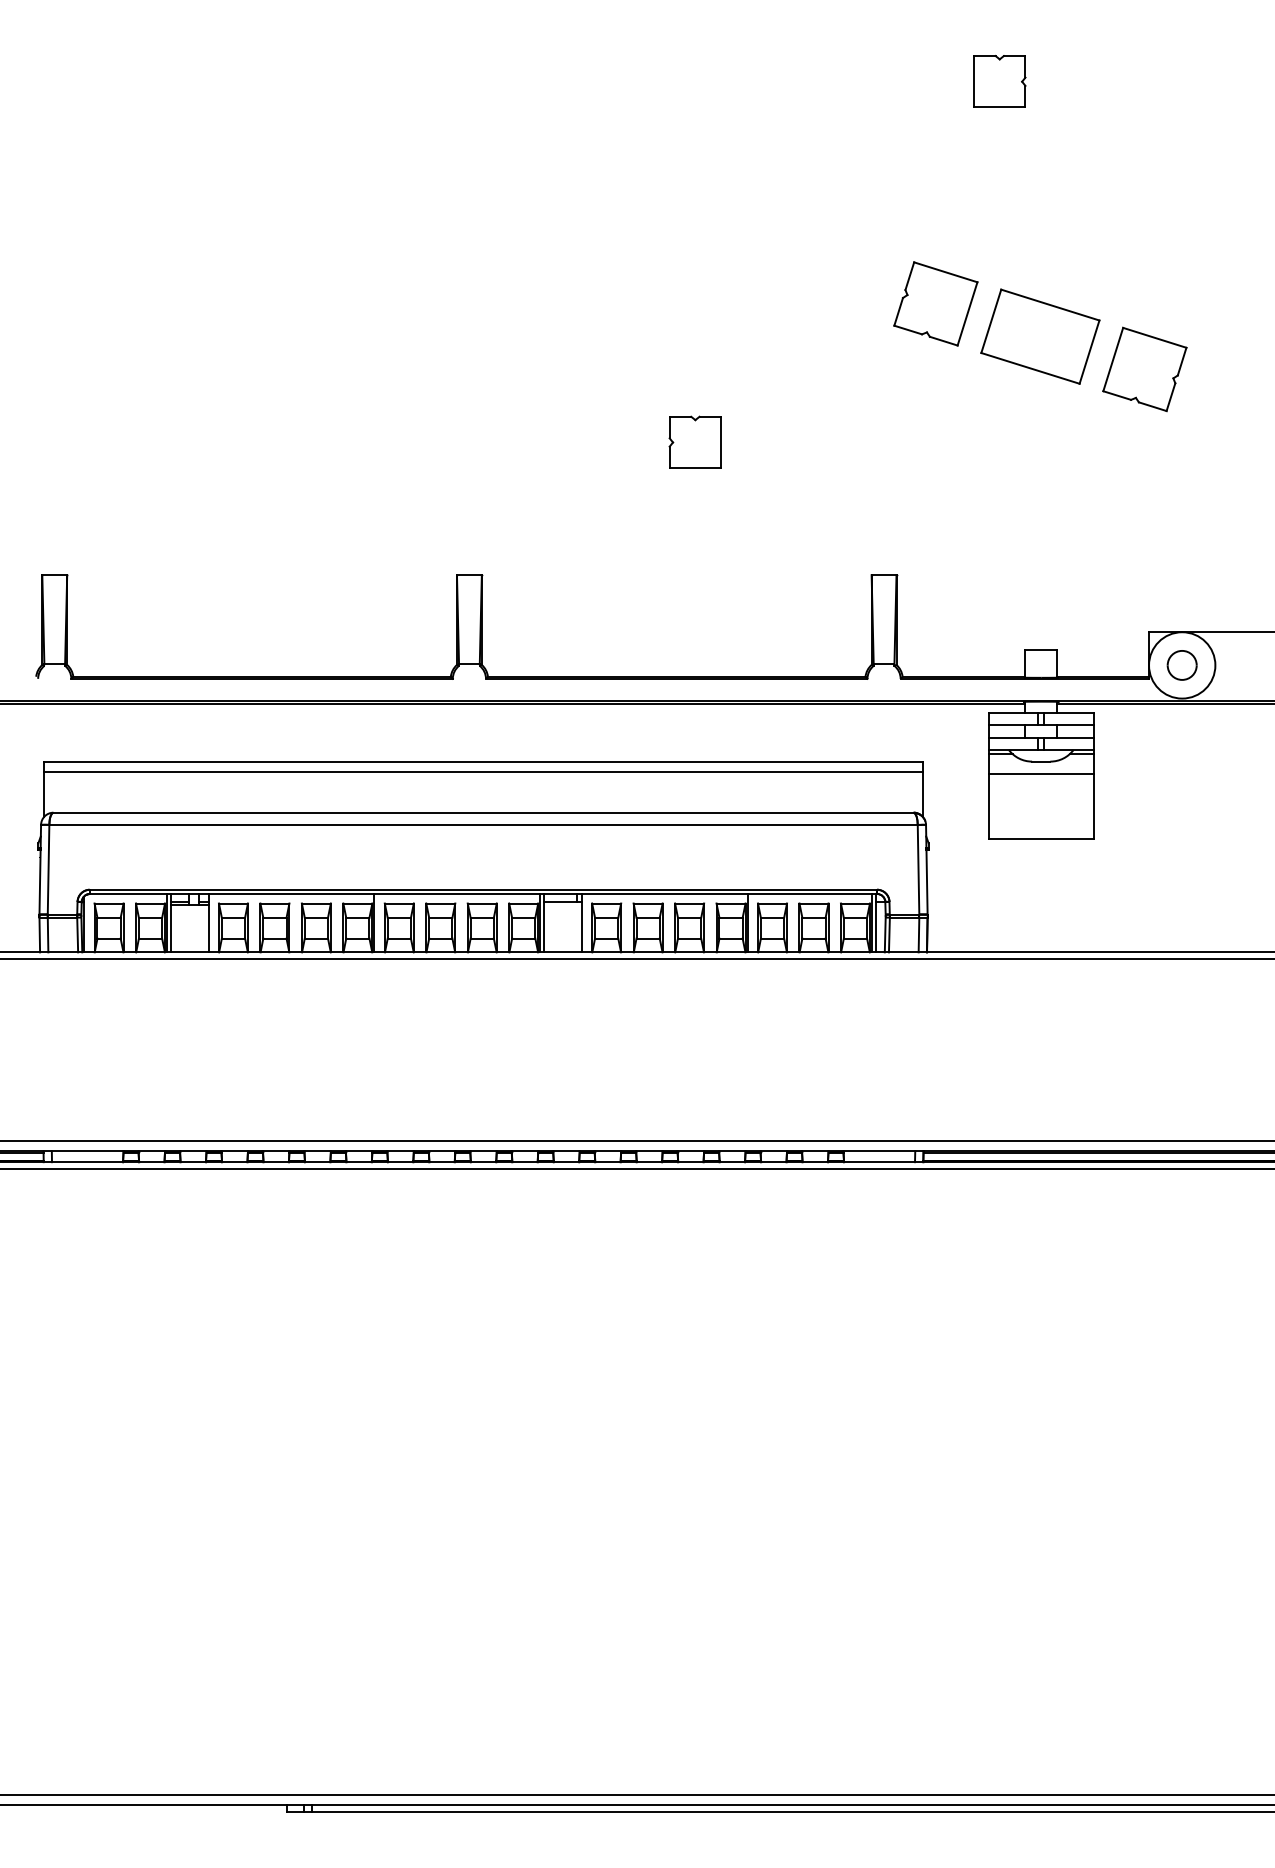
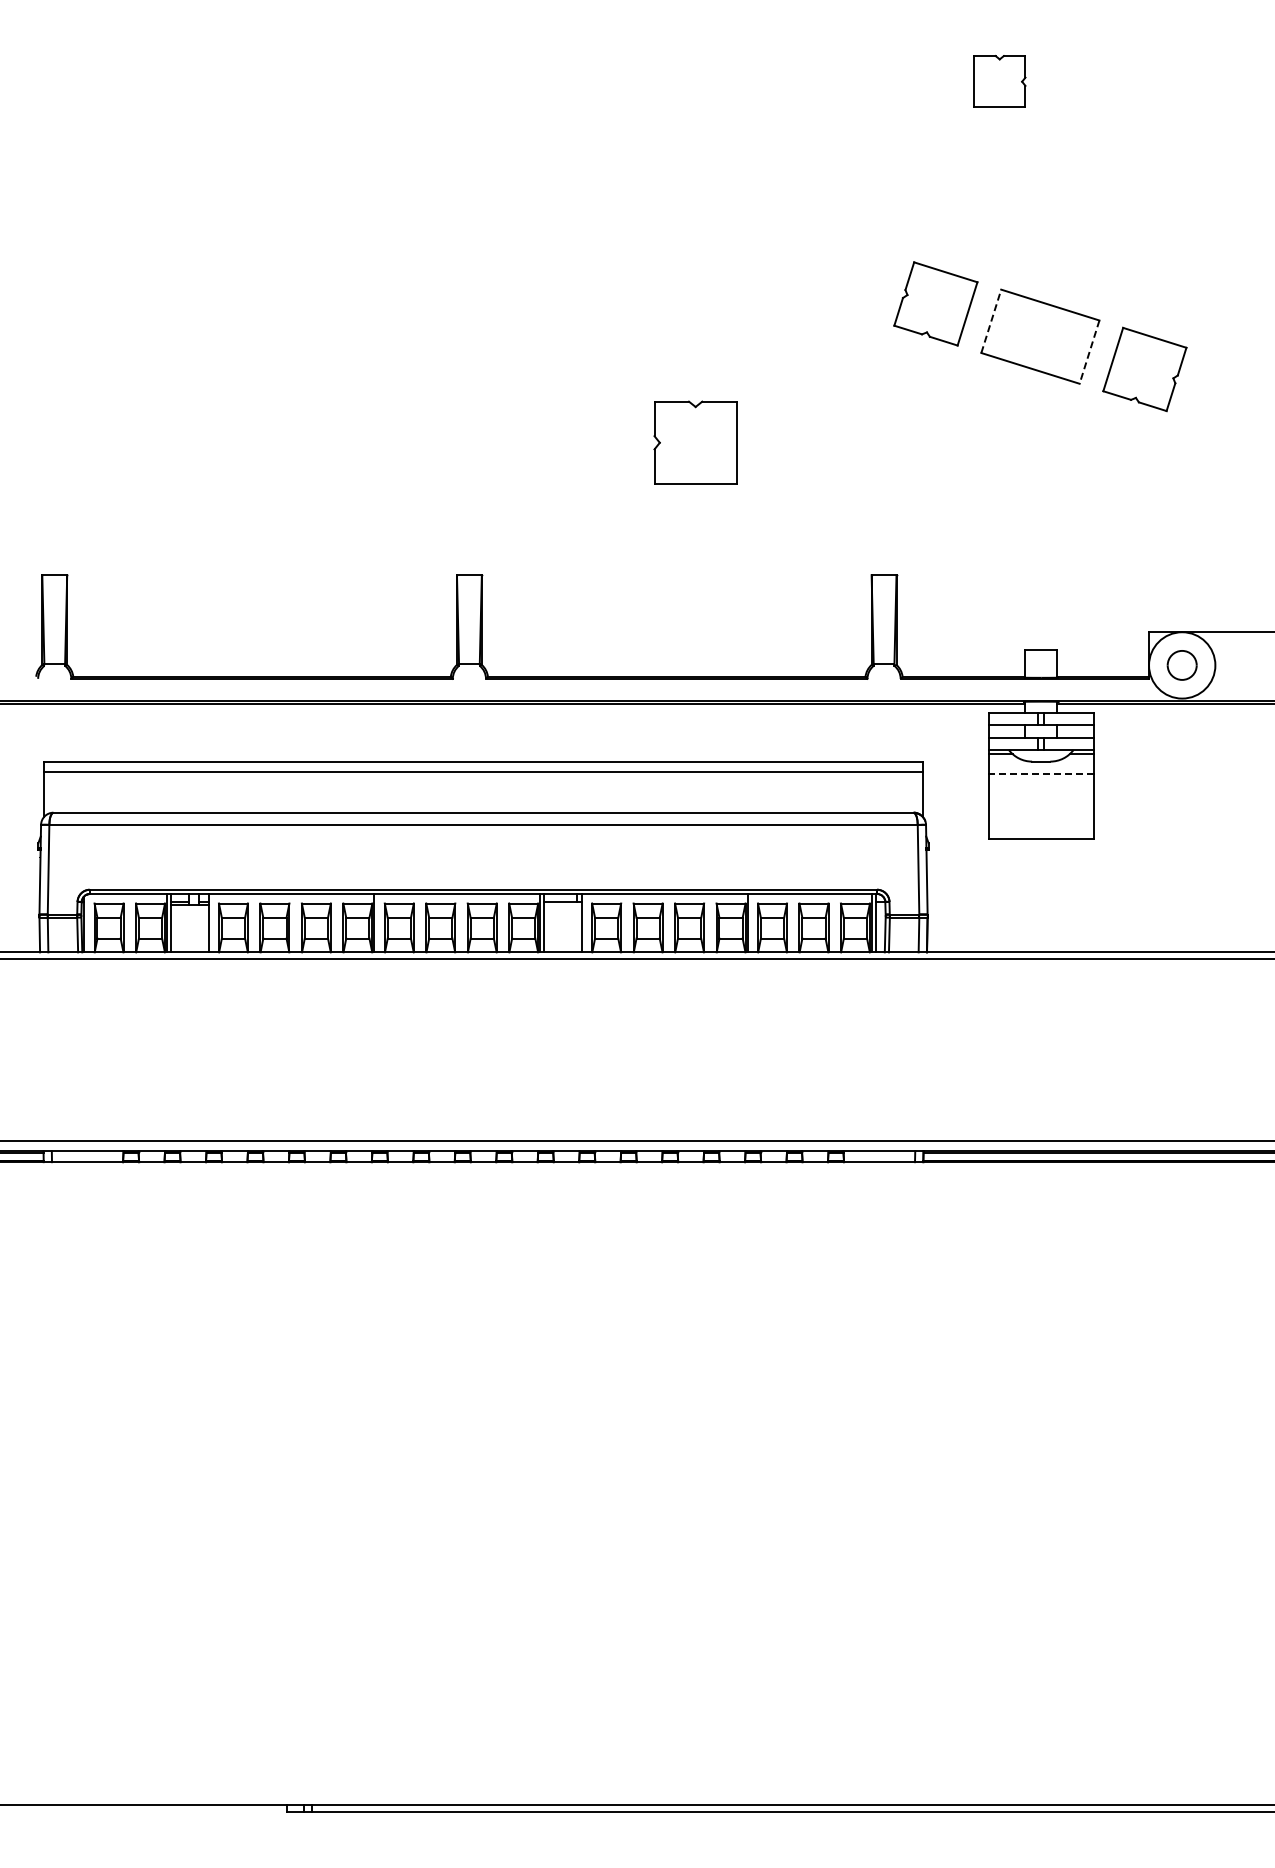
line at (991, 320): solid -> dashed
line at (1089, 352): solid -> dashed
part at (694, 441) size: 54x54 px -> 85x85 px
line at (1041, 773): solid -> dashed
line at (636, 1169): present -> none
line at (636, 1794): present -> none
